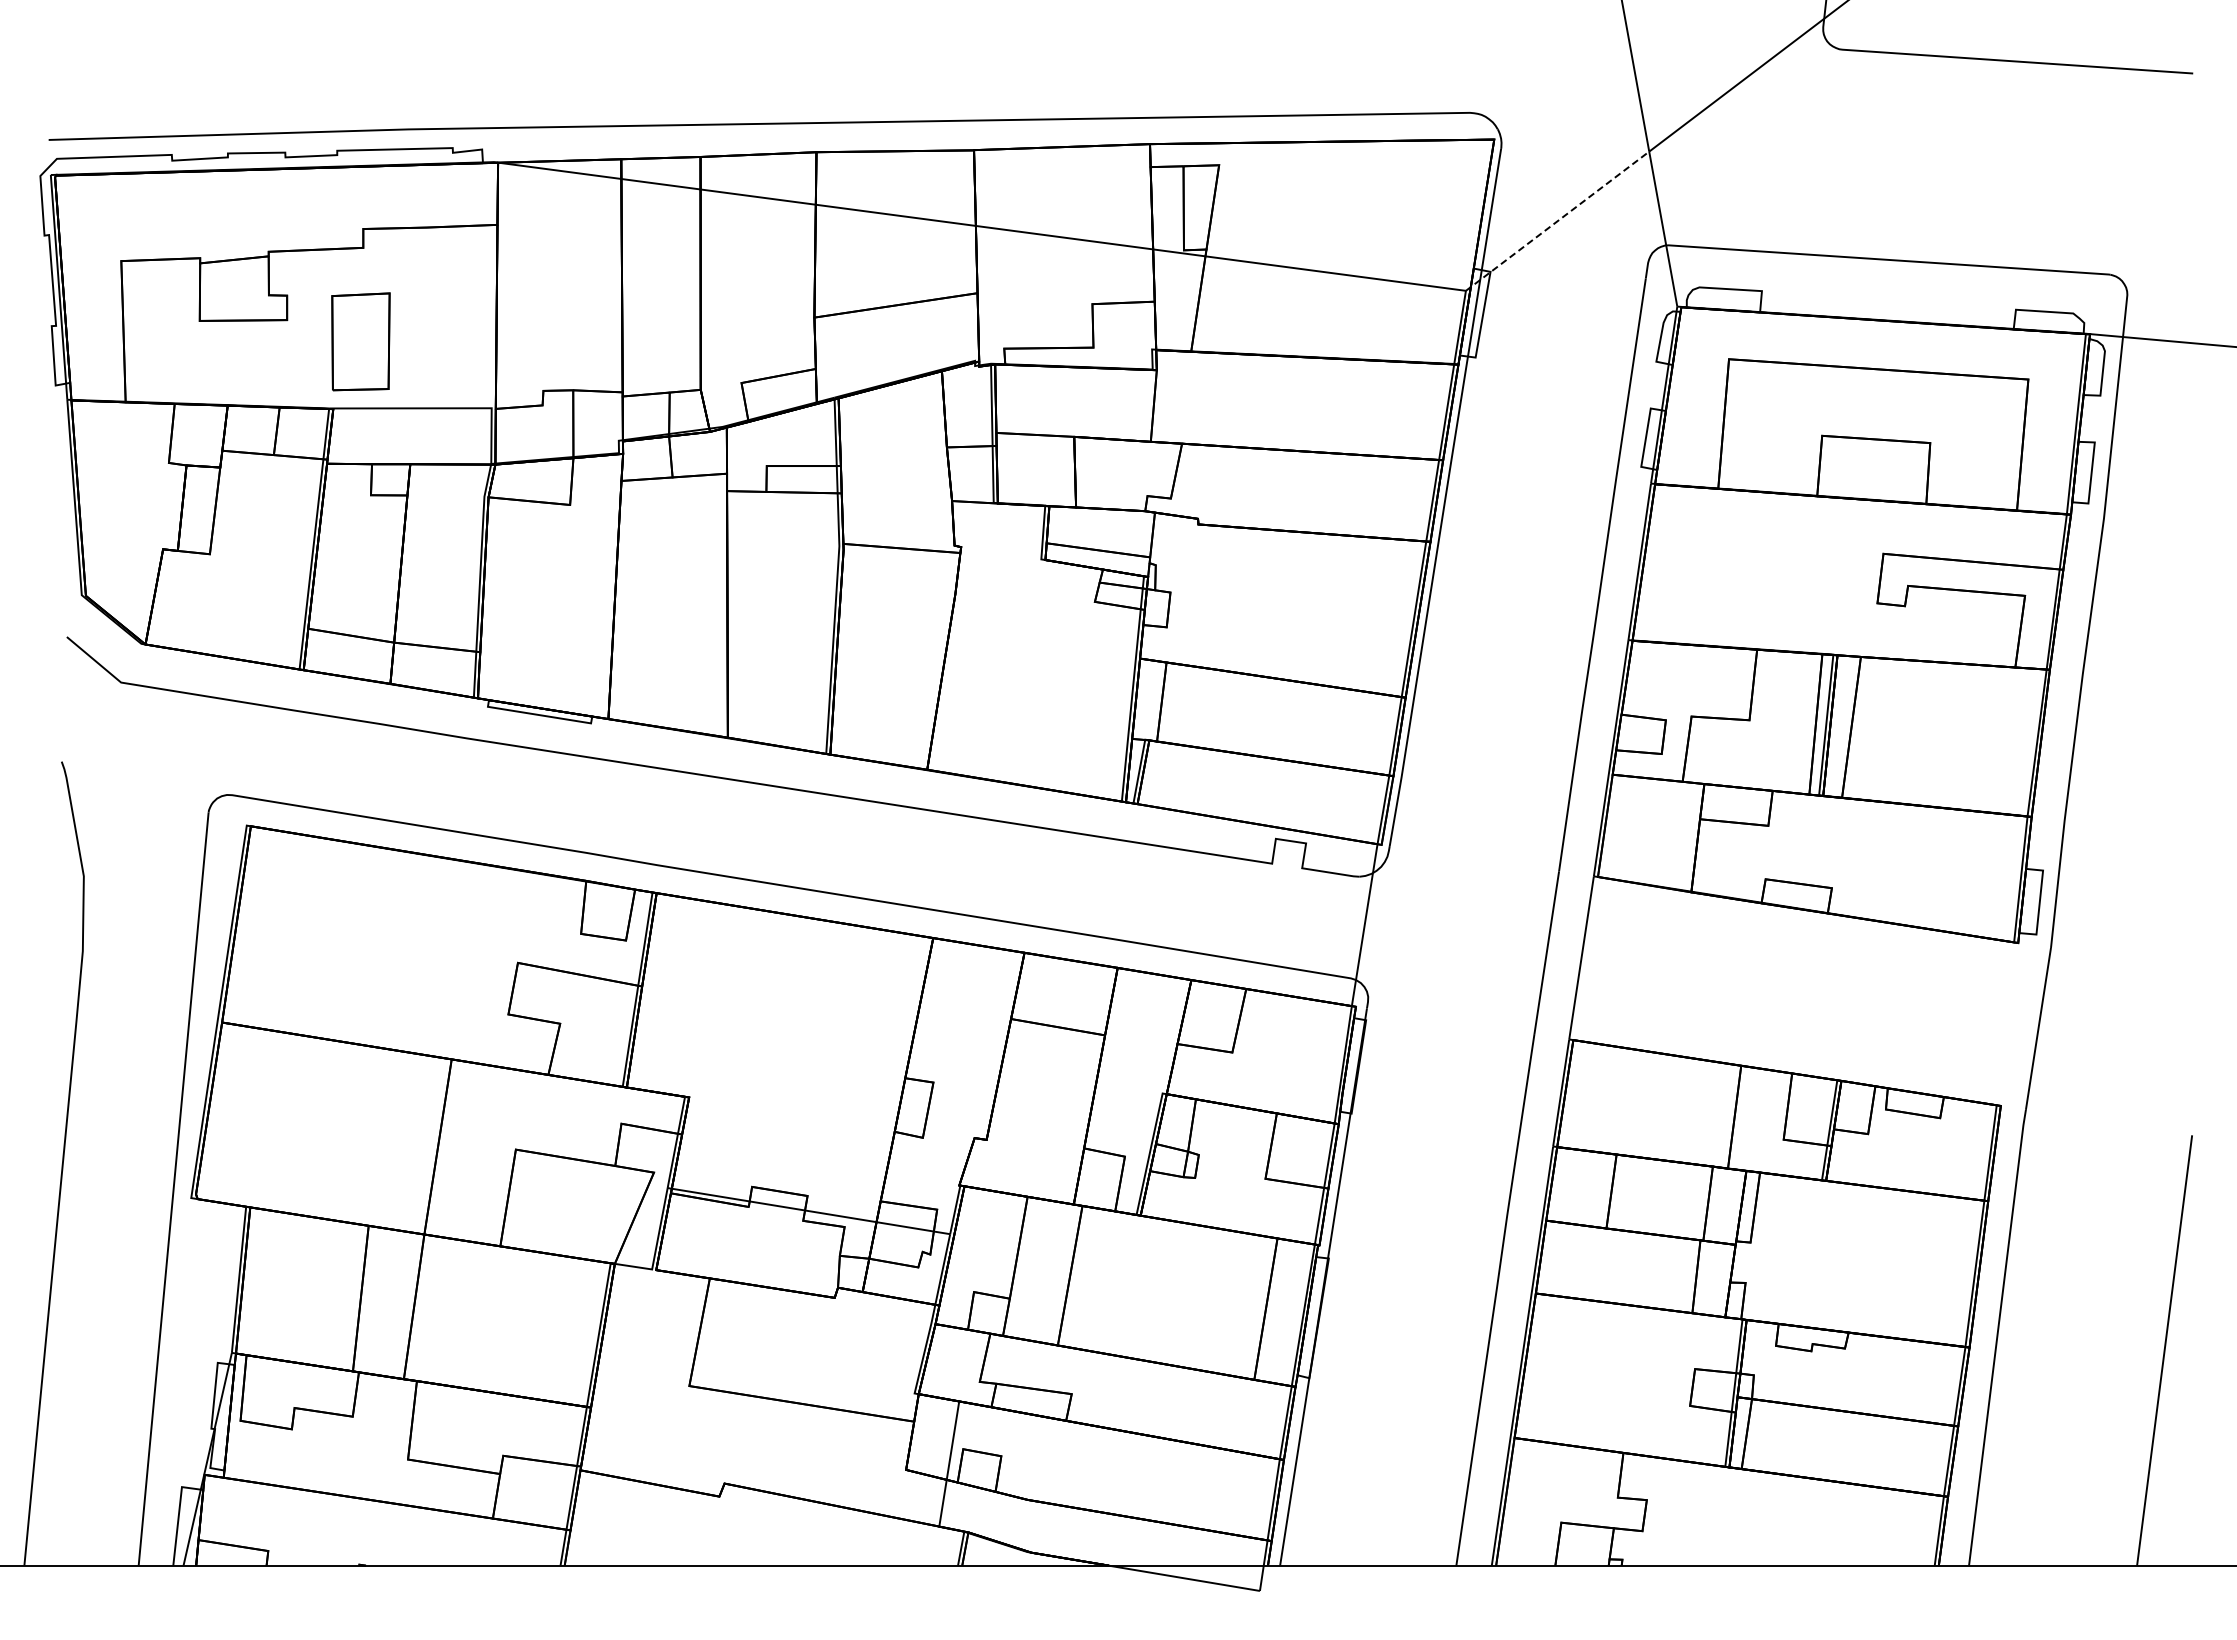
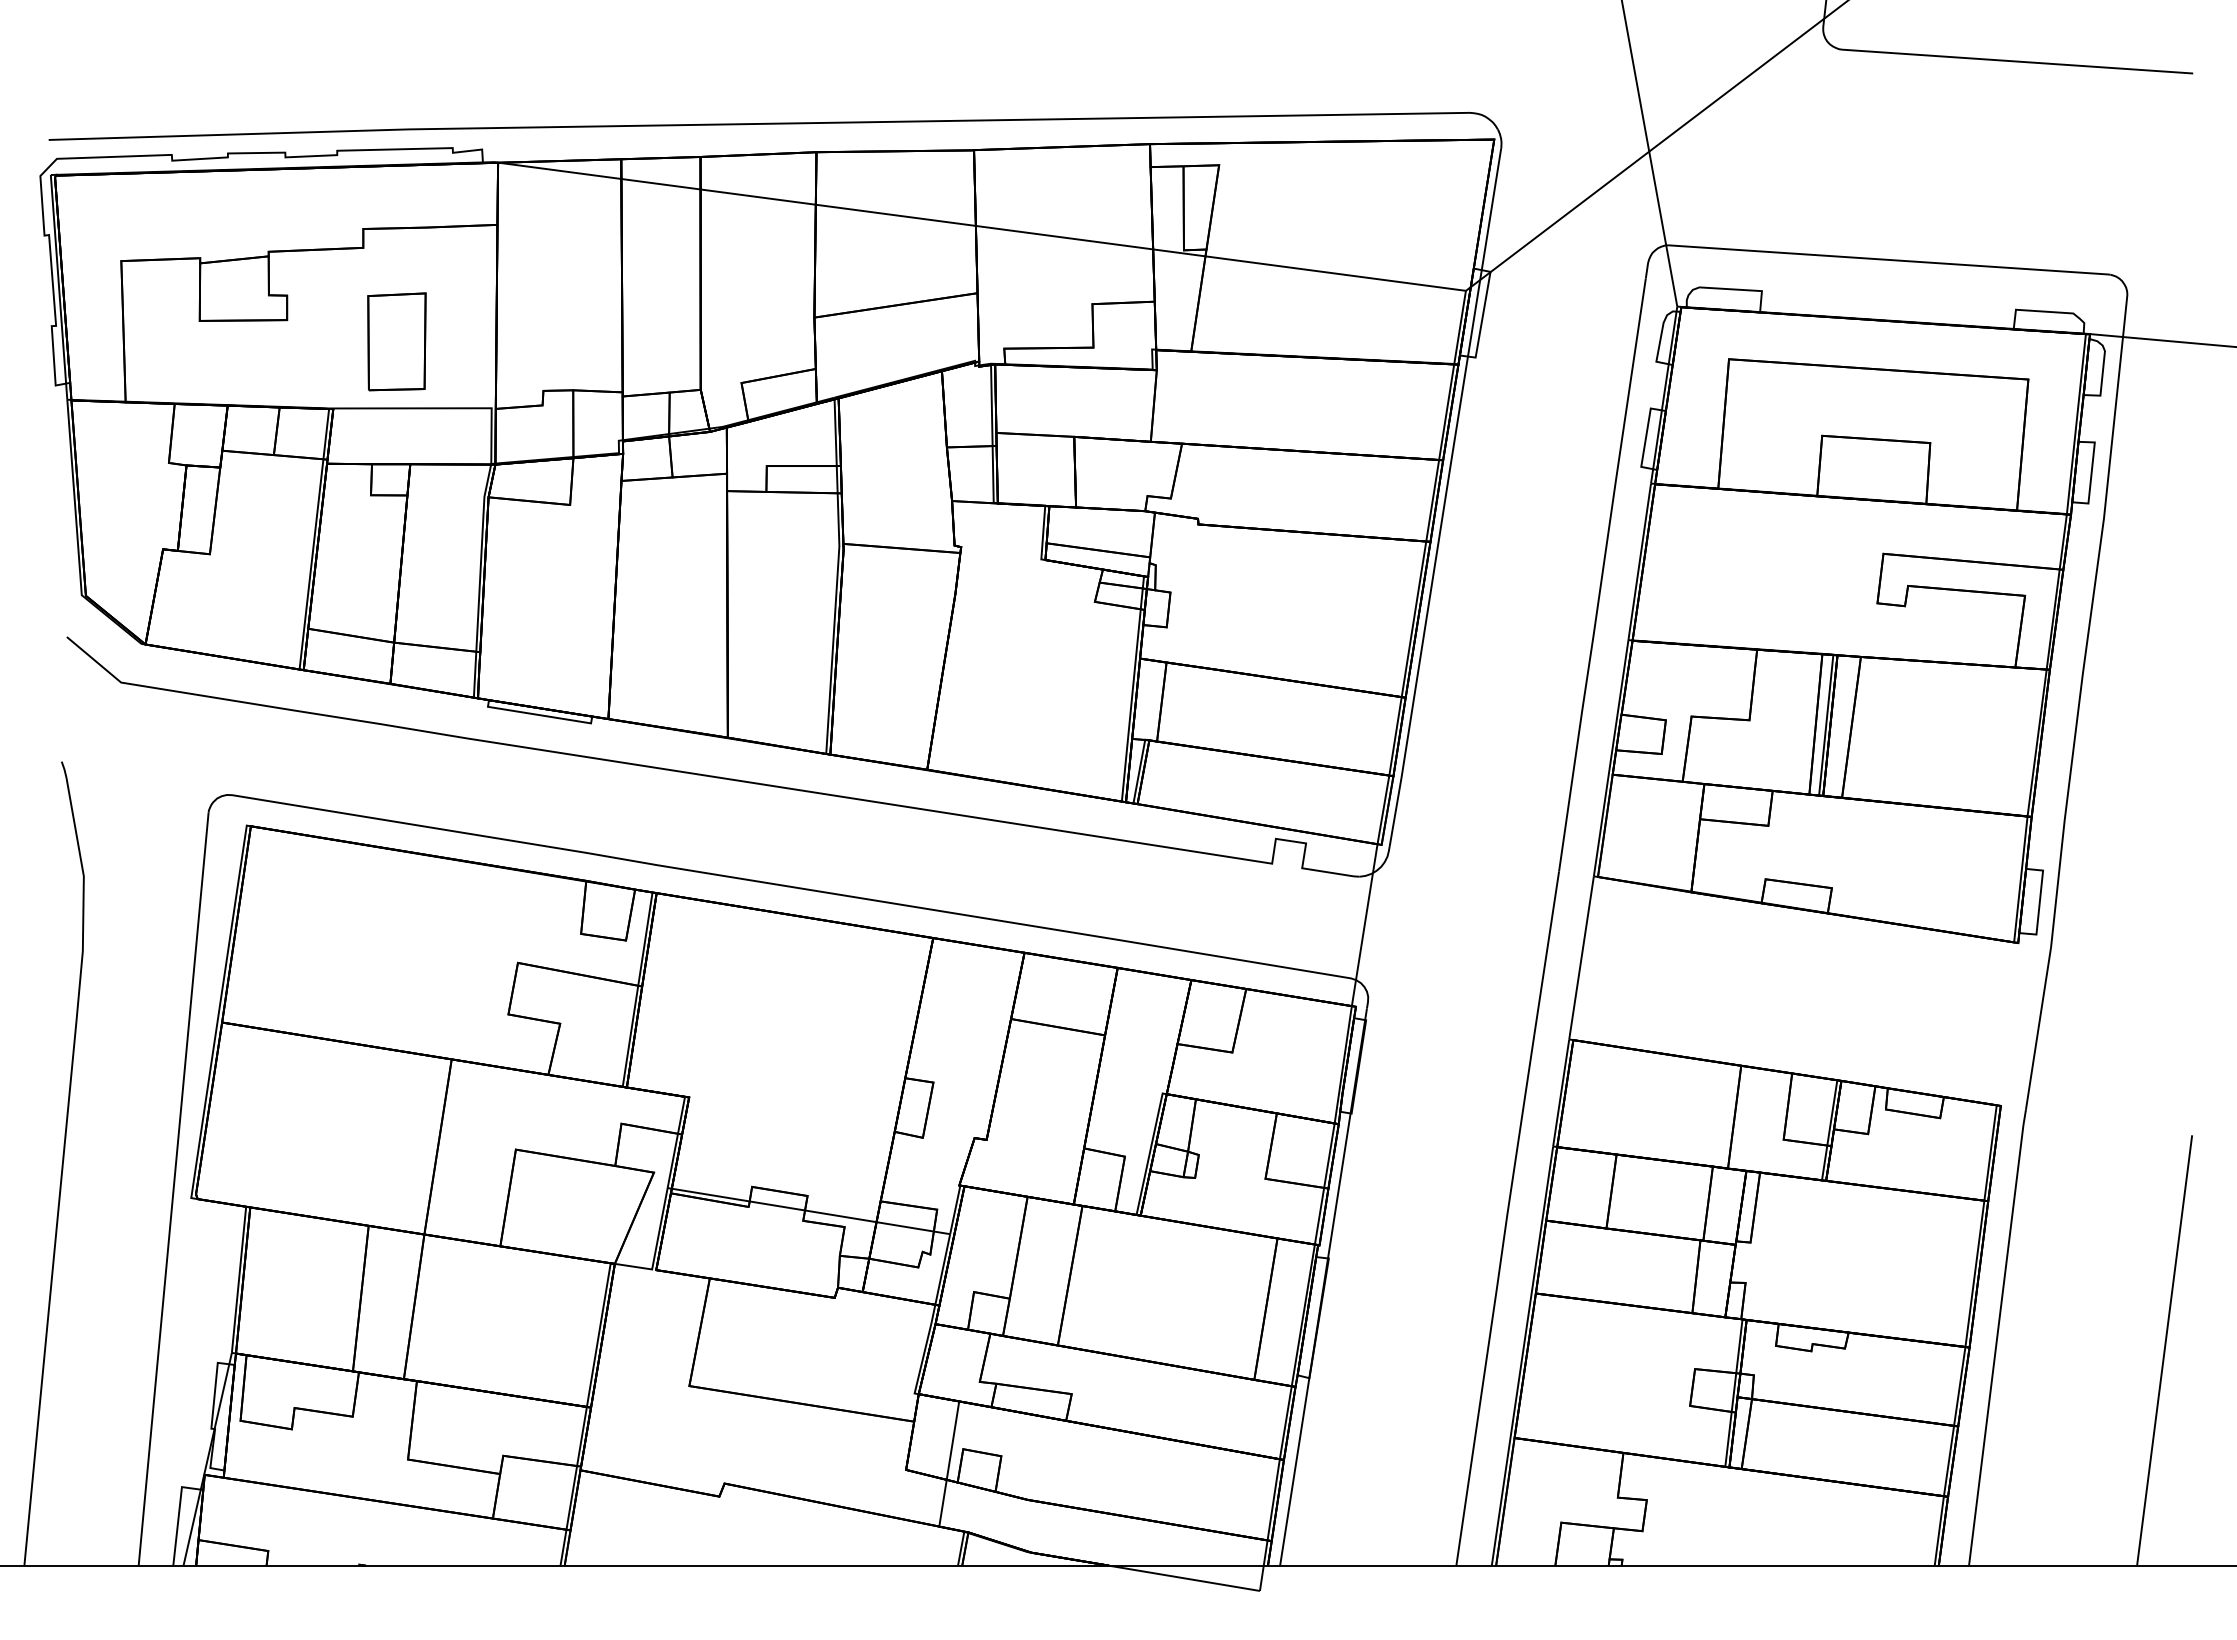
line at (1557, 220): dashed -> solid
part at (360, 341) position: (360, 341) -> (396, 341)
